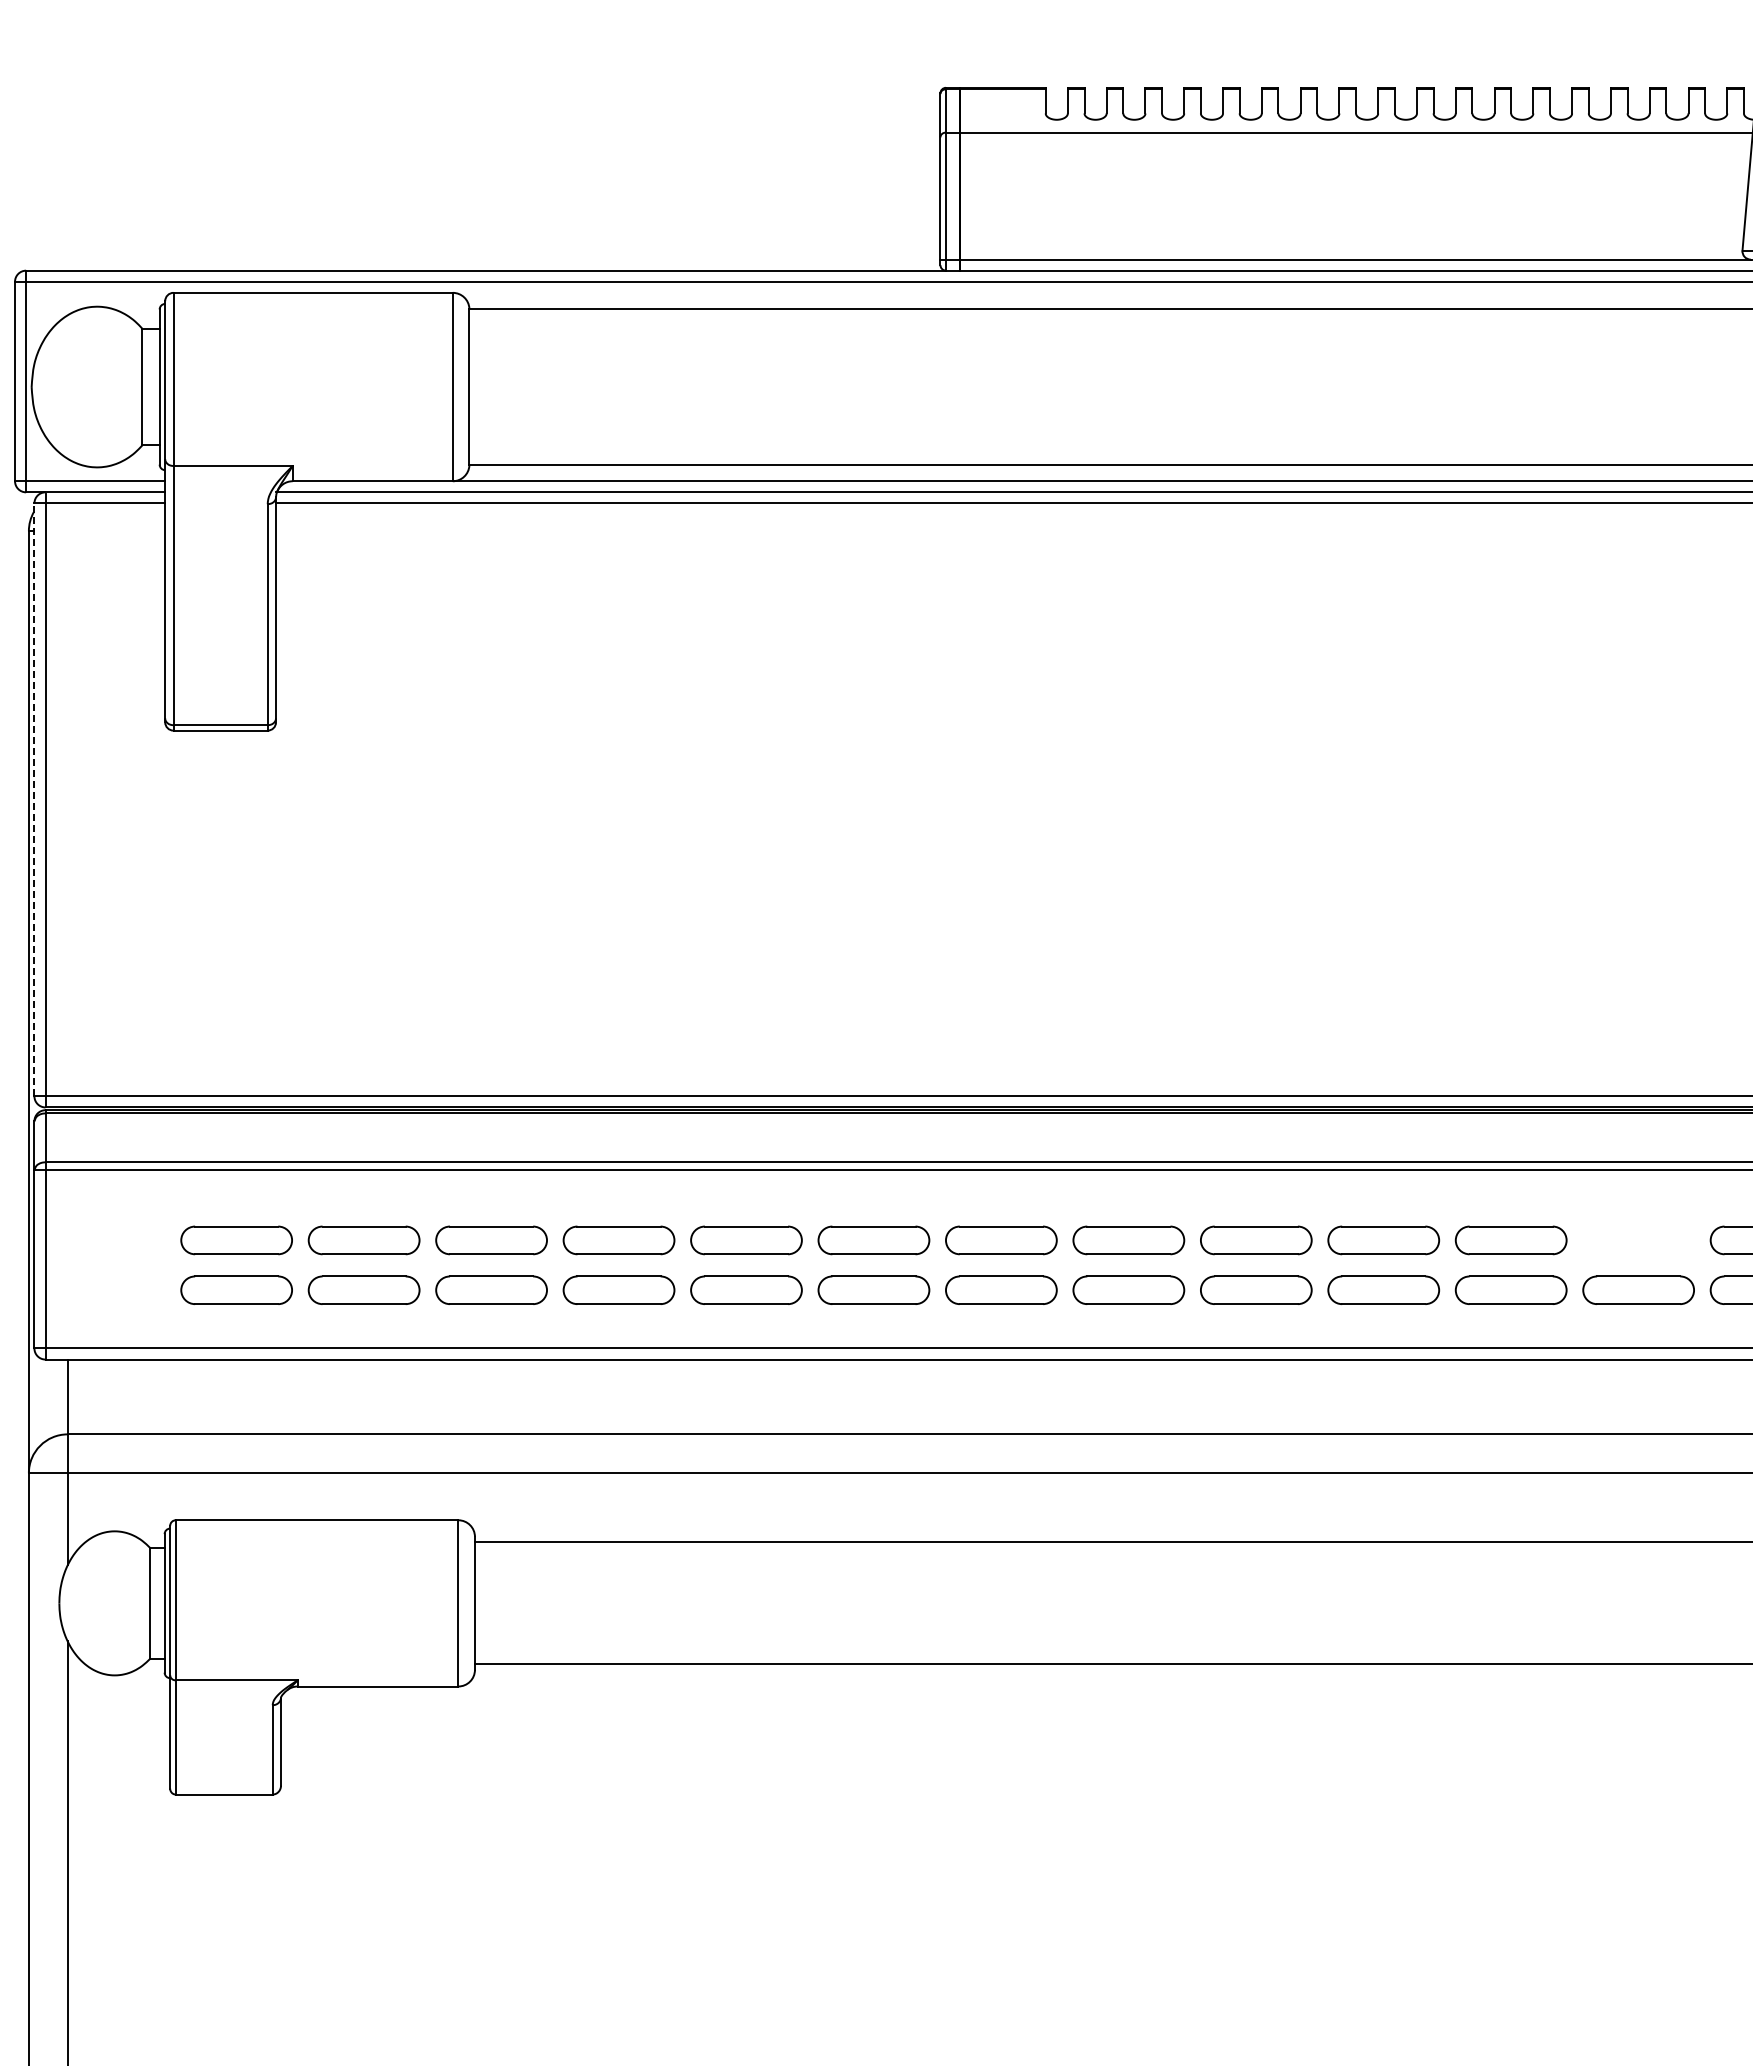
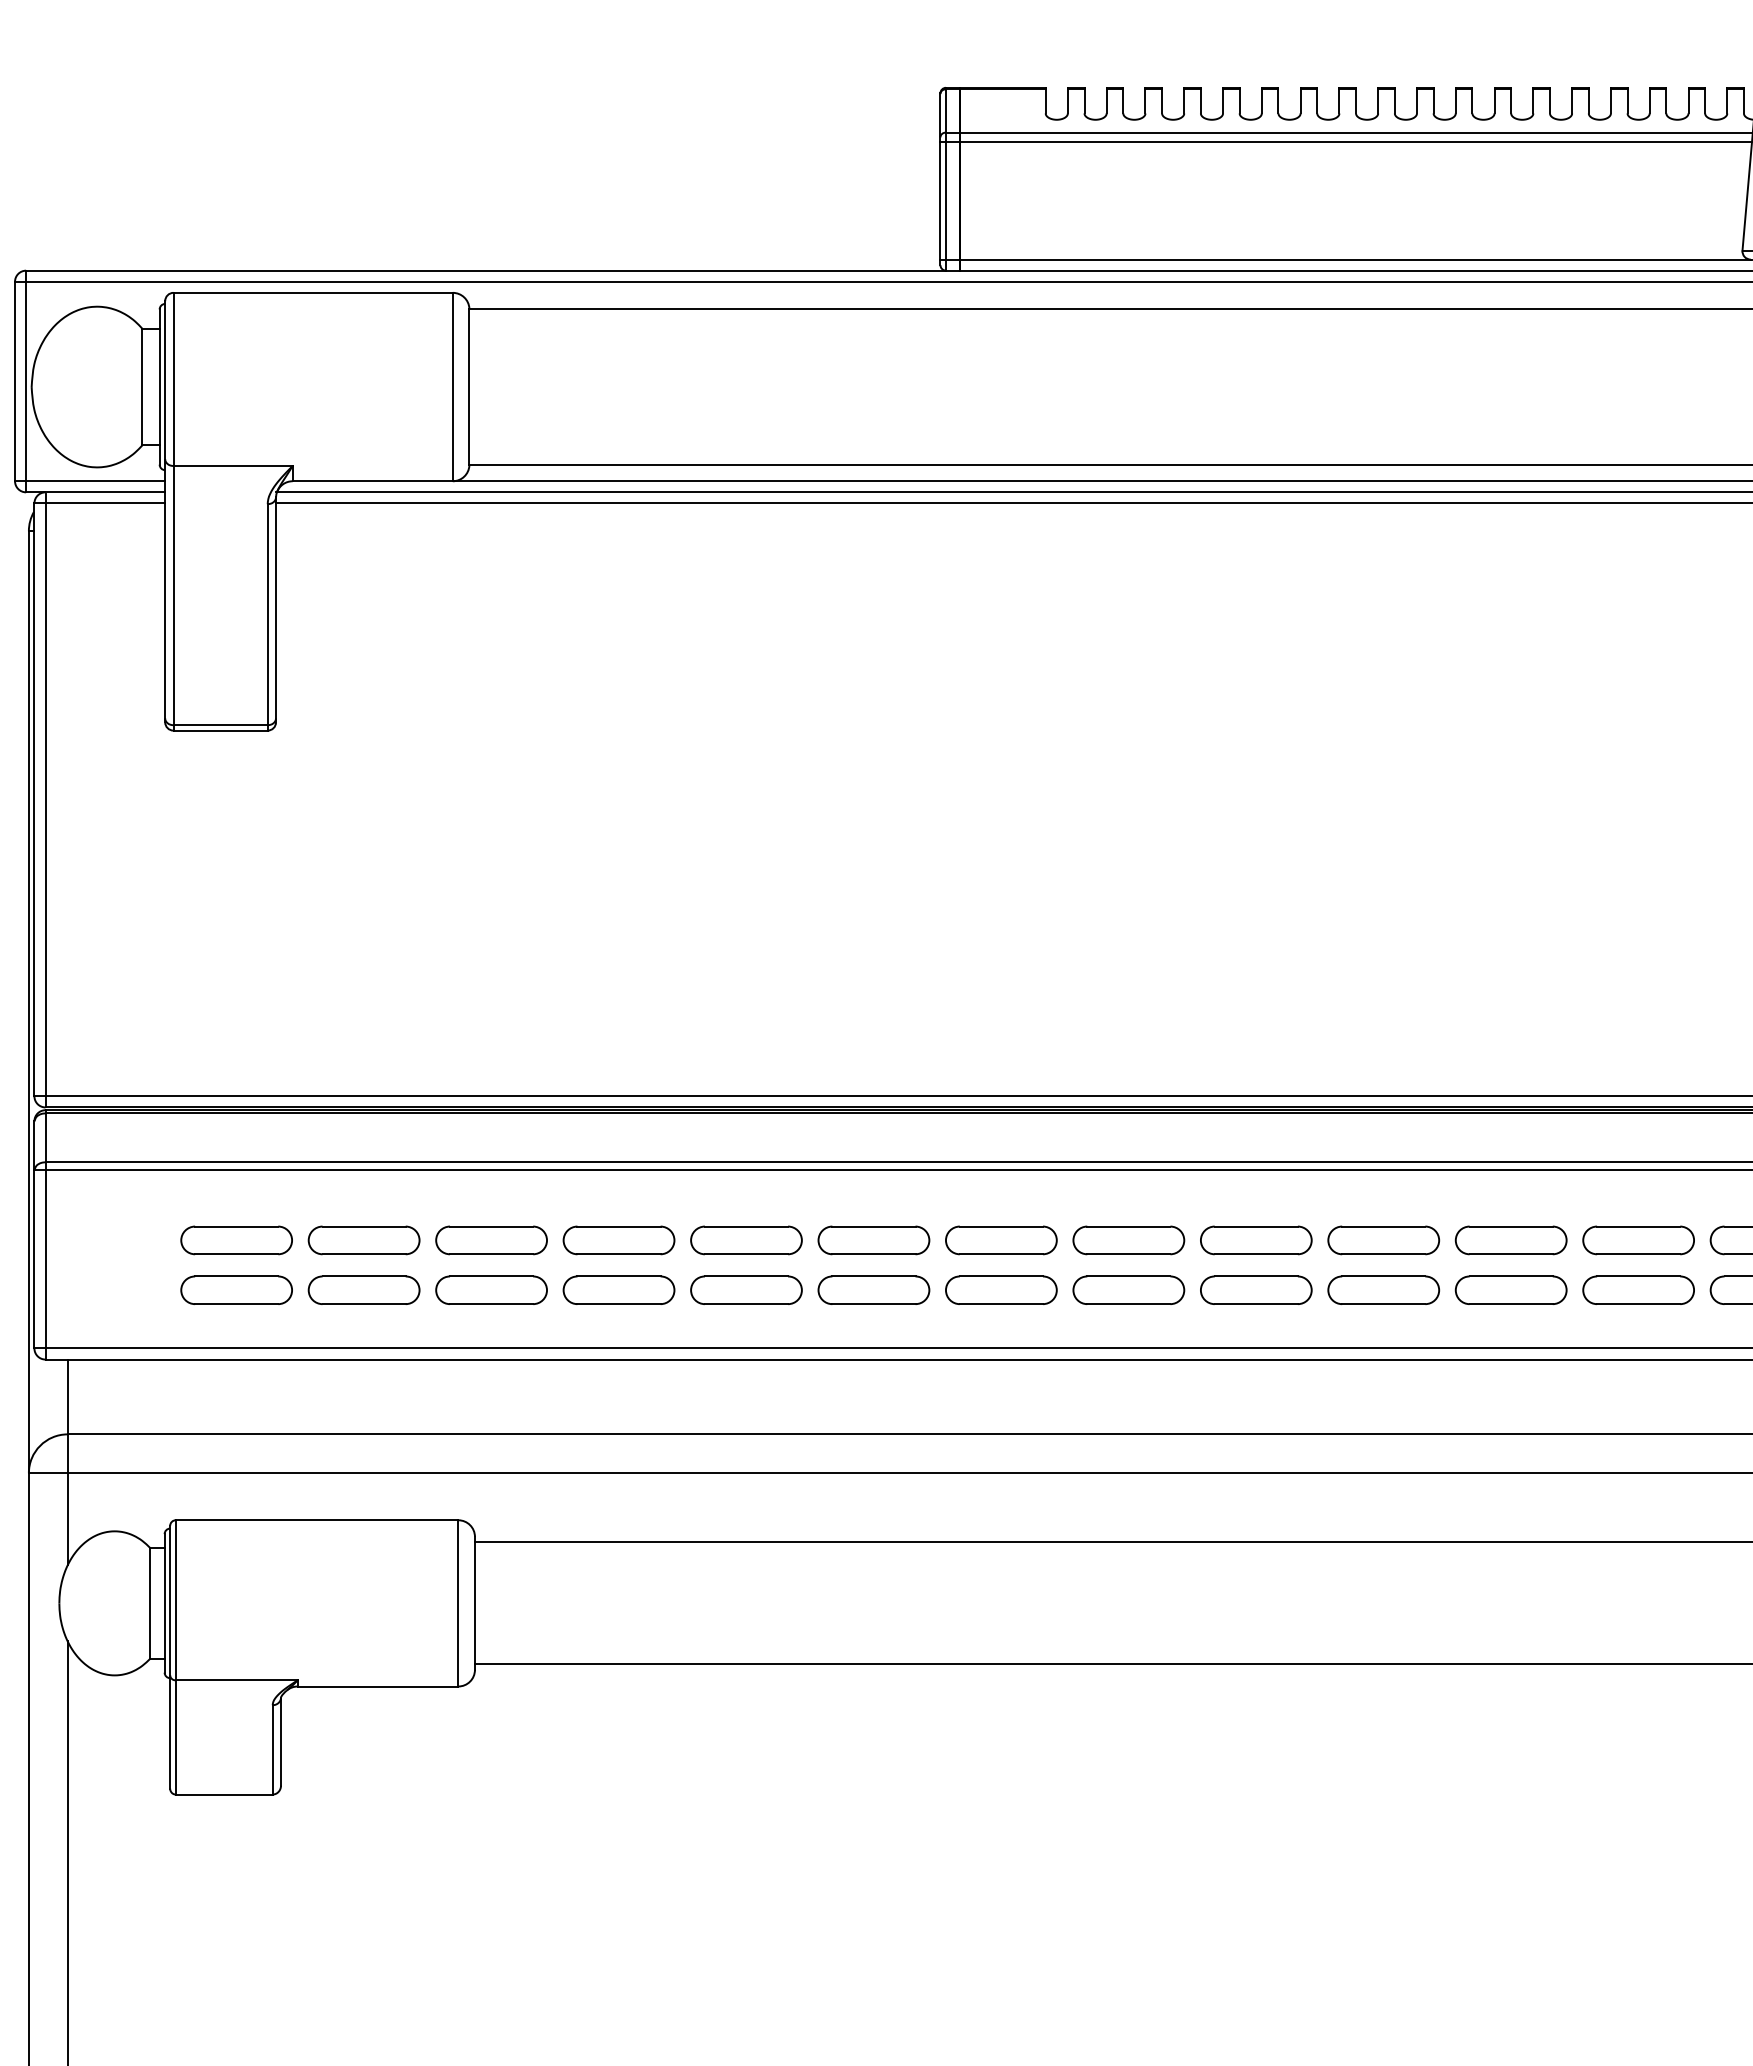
line at (1344, 142): none -> present
line at (34, 799): dashed -> solid
part at (1638, 1240): none -> present
